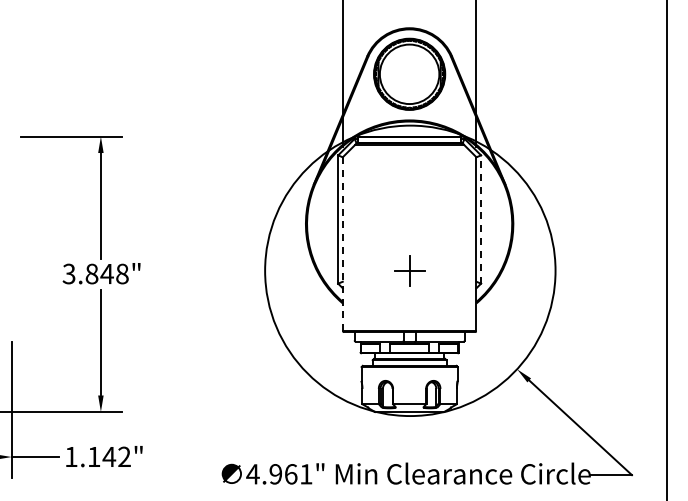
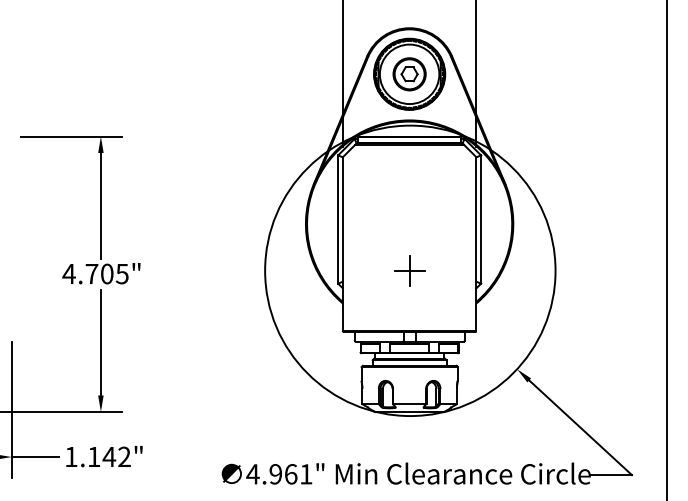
part at (409, 74): none -> present
line at (481, 219): dashed -> solid
line at (342, 243): dashed -> solid
text at (95, 273): 3.848" -> 4.705"
